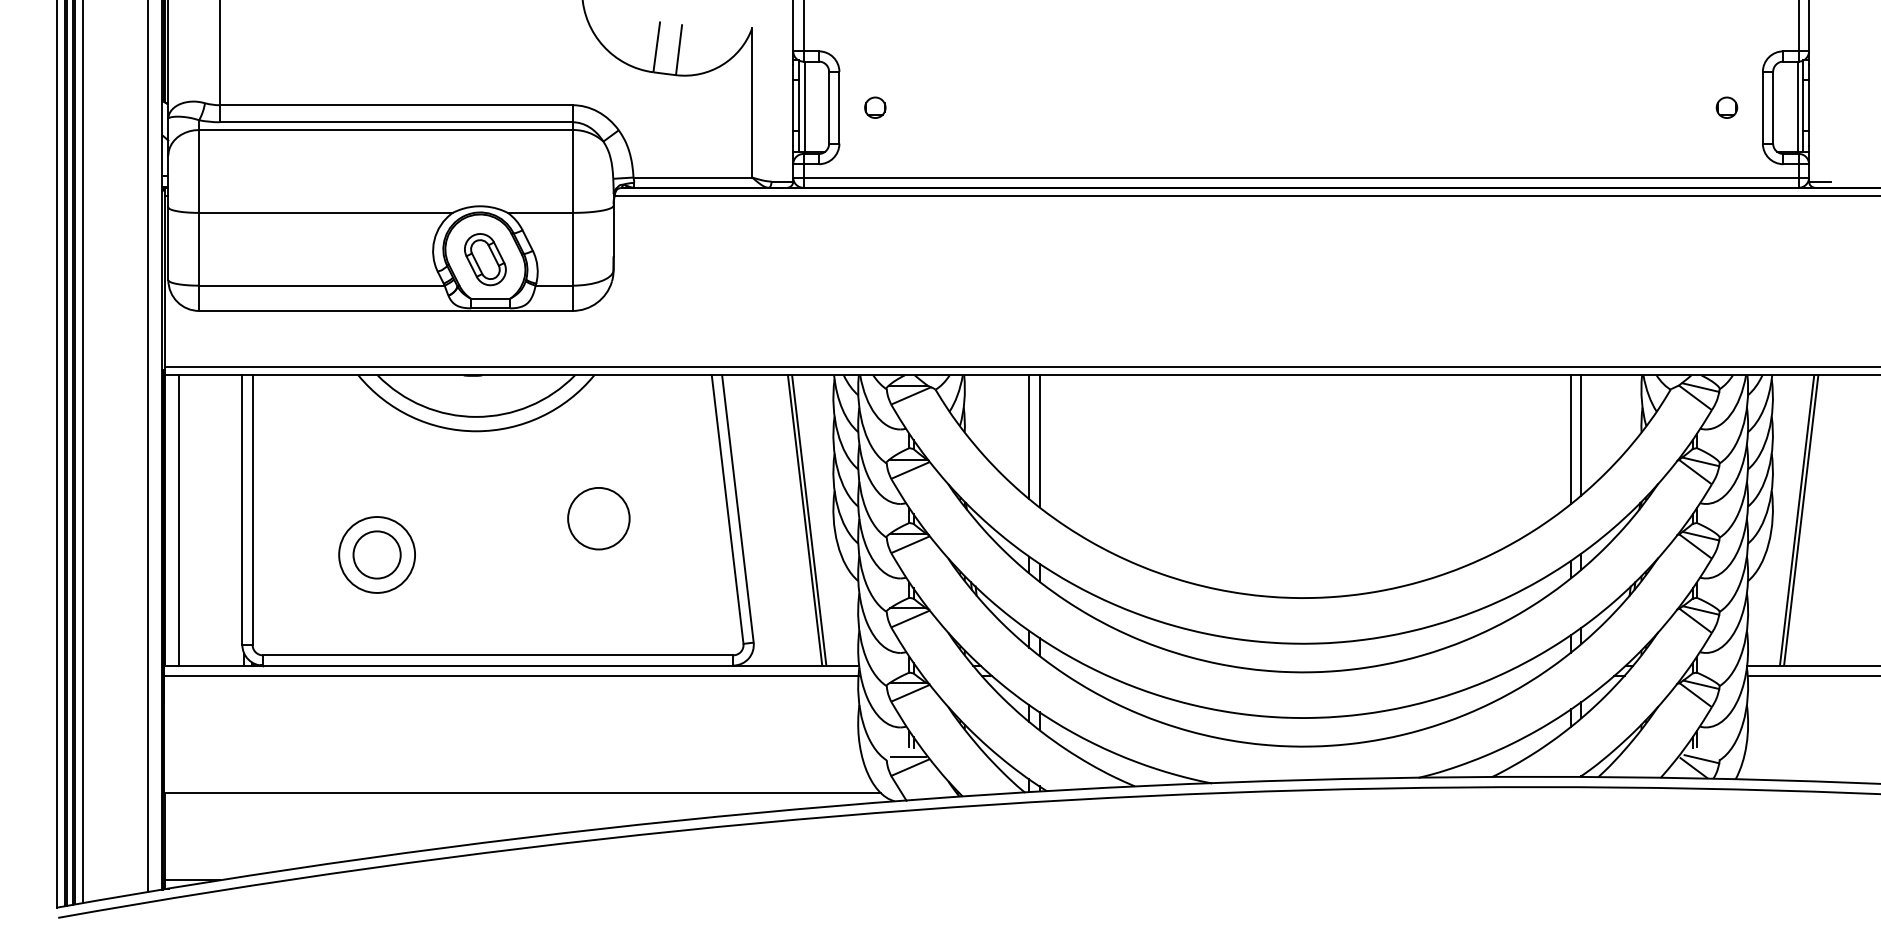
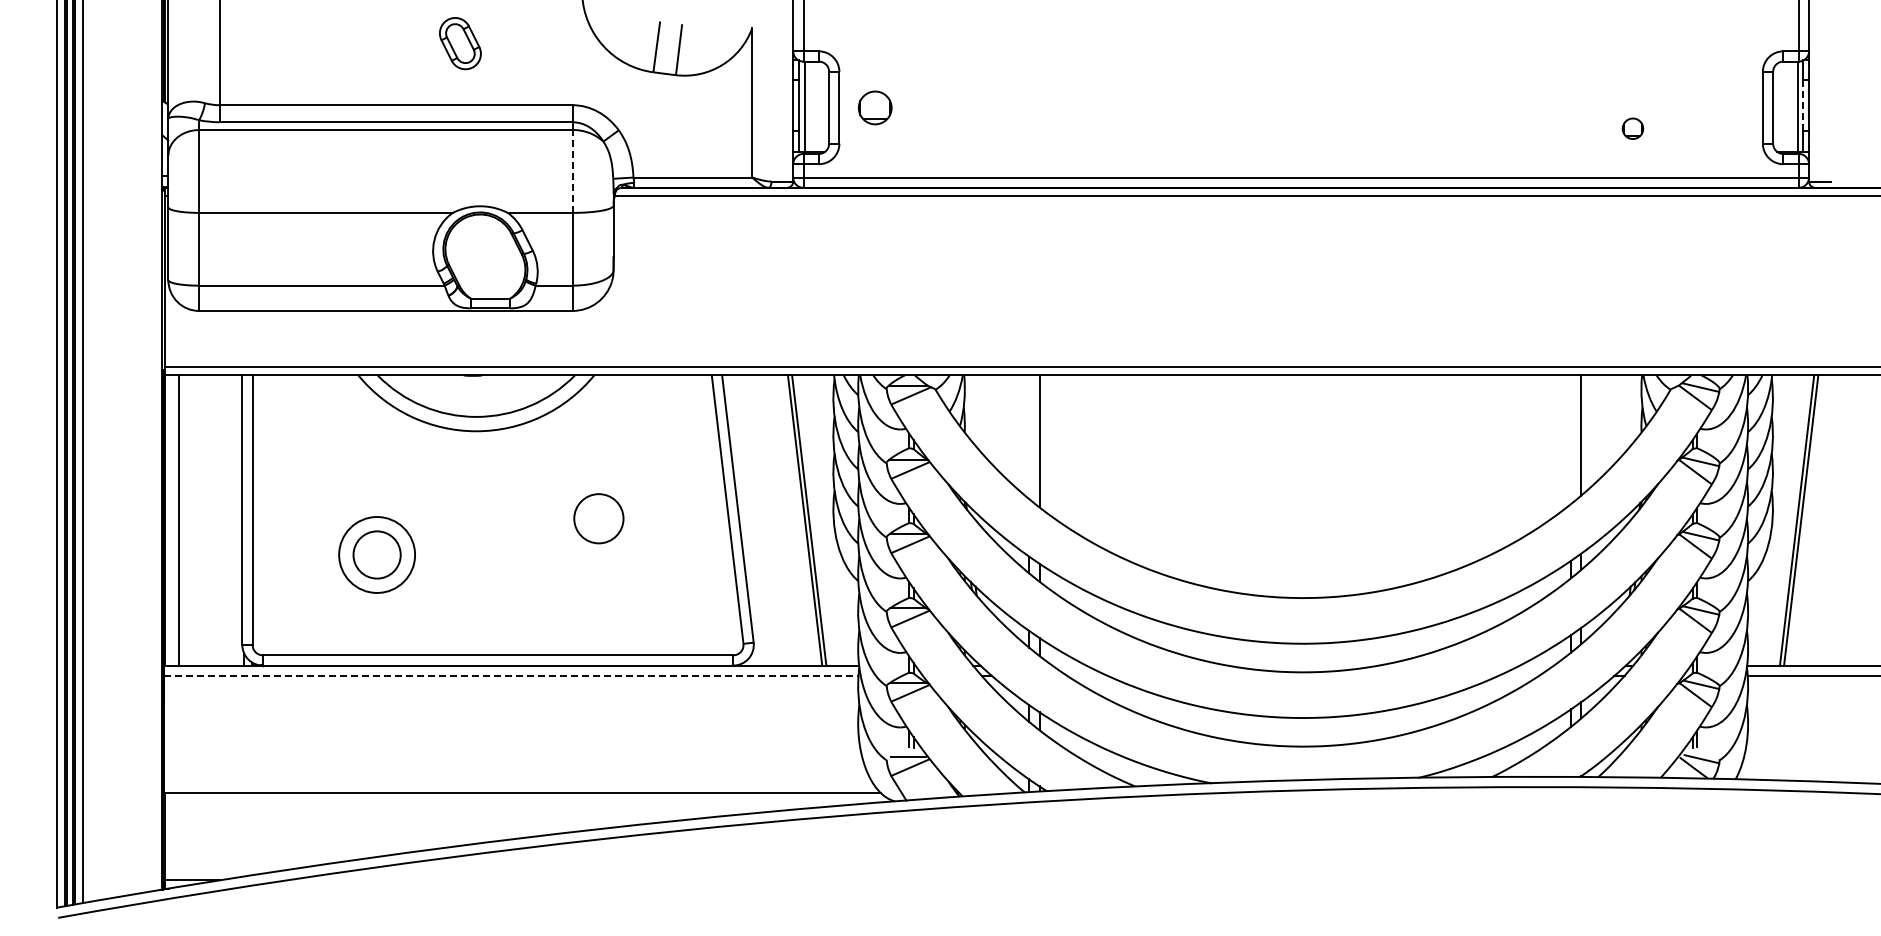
line at (1802, 105): solid -> dashed
part at (875, 107) size: 23x23 px -> 36x36 px
part at (1726, 107) position: (1726, 107) -> (1632, 128)
line at (572, 170): solid -> dashed
part at (485, 259) position: (485, 259) -> (460, 43)
line at (1029, 437): present -> none
line at (1570, 439): present -> none
line at (147, 446): present -> none
circle at (598, 518) size: 64x64 px -> 52x52 px
line at (511, 675): solid -> dashed
